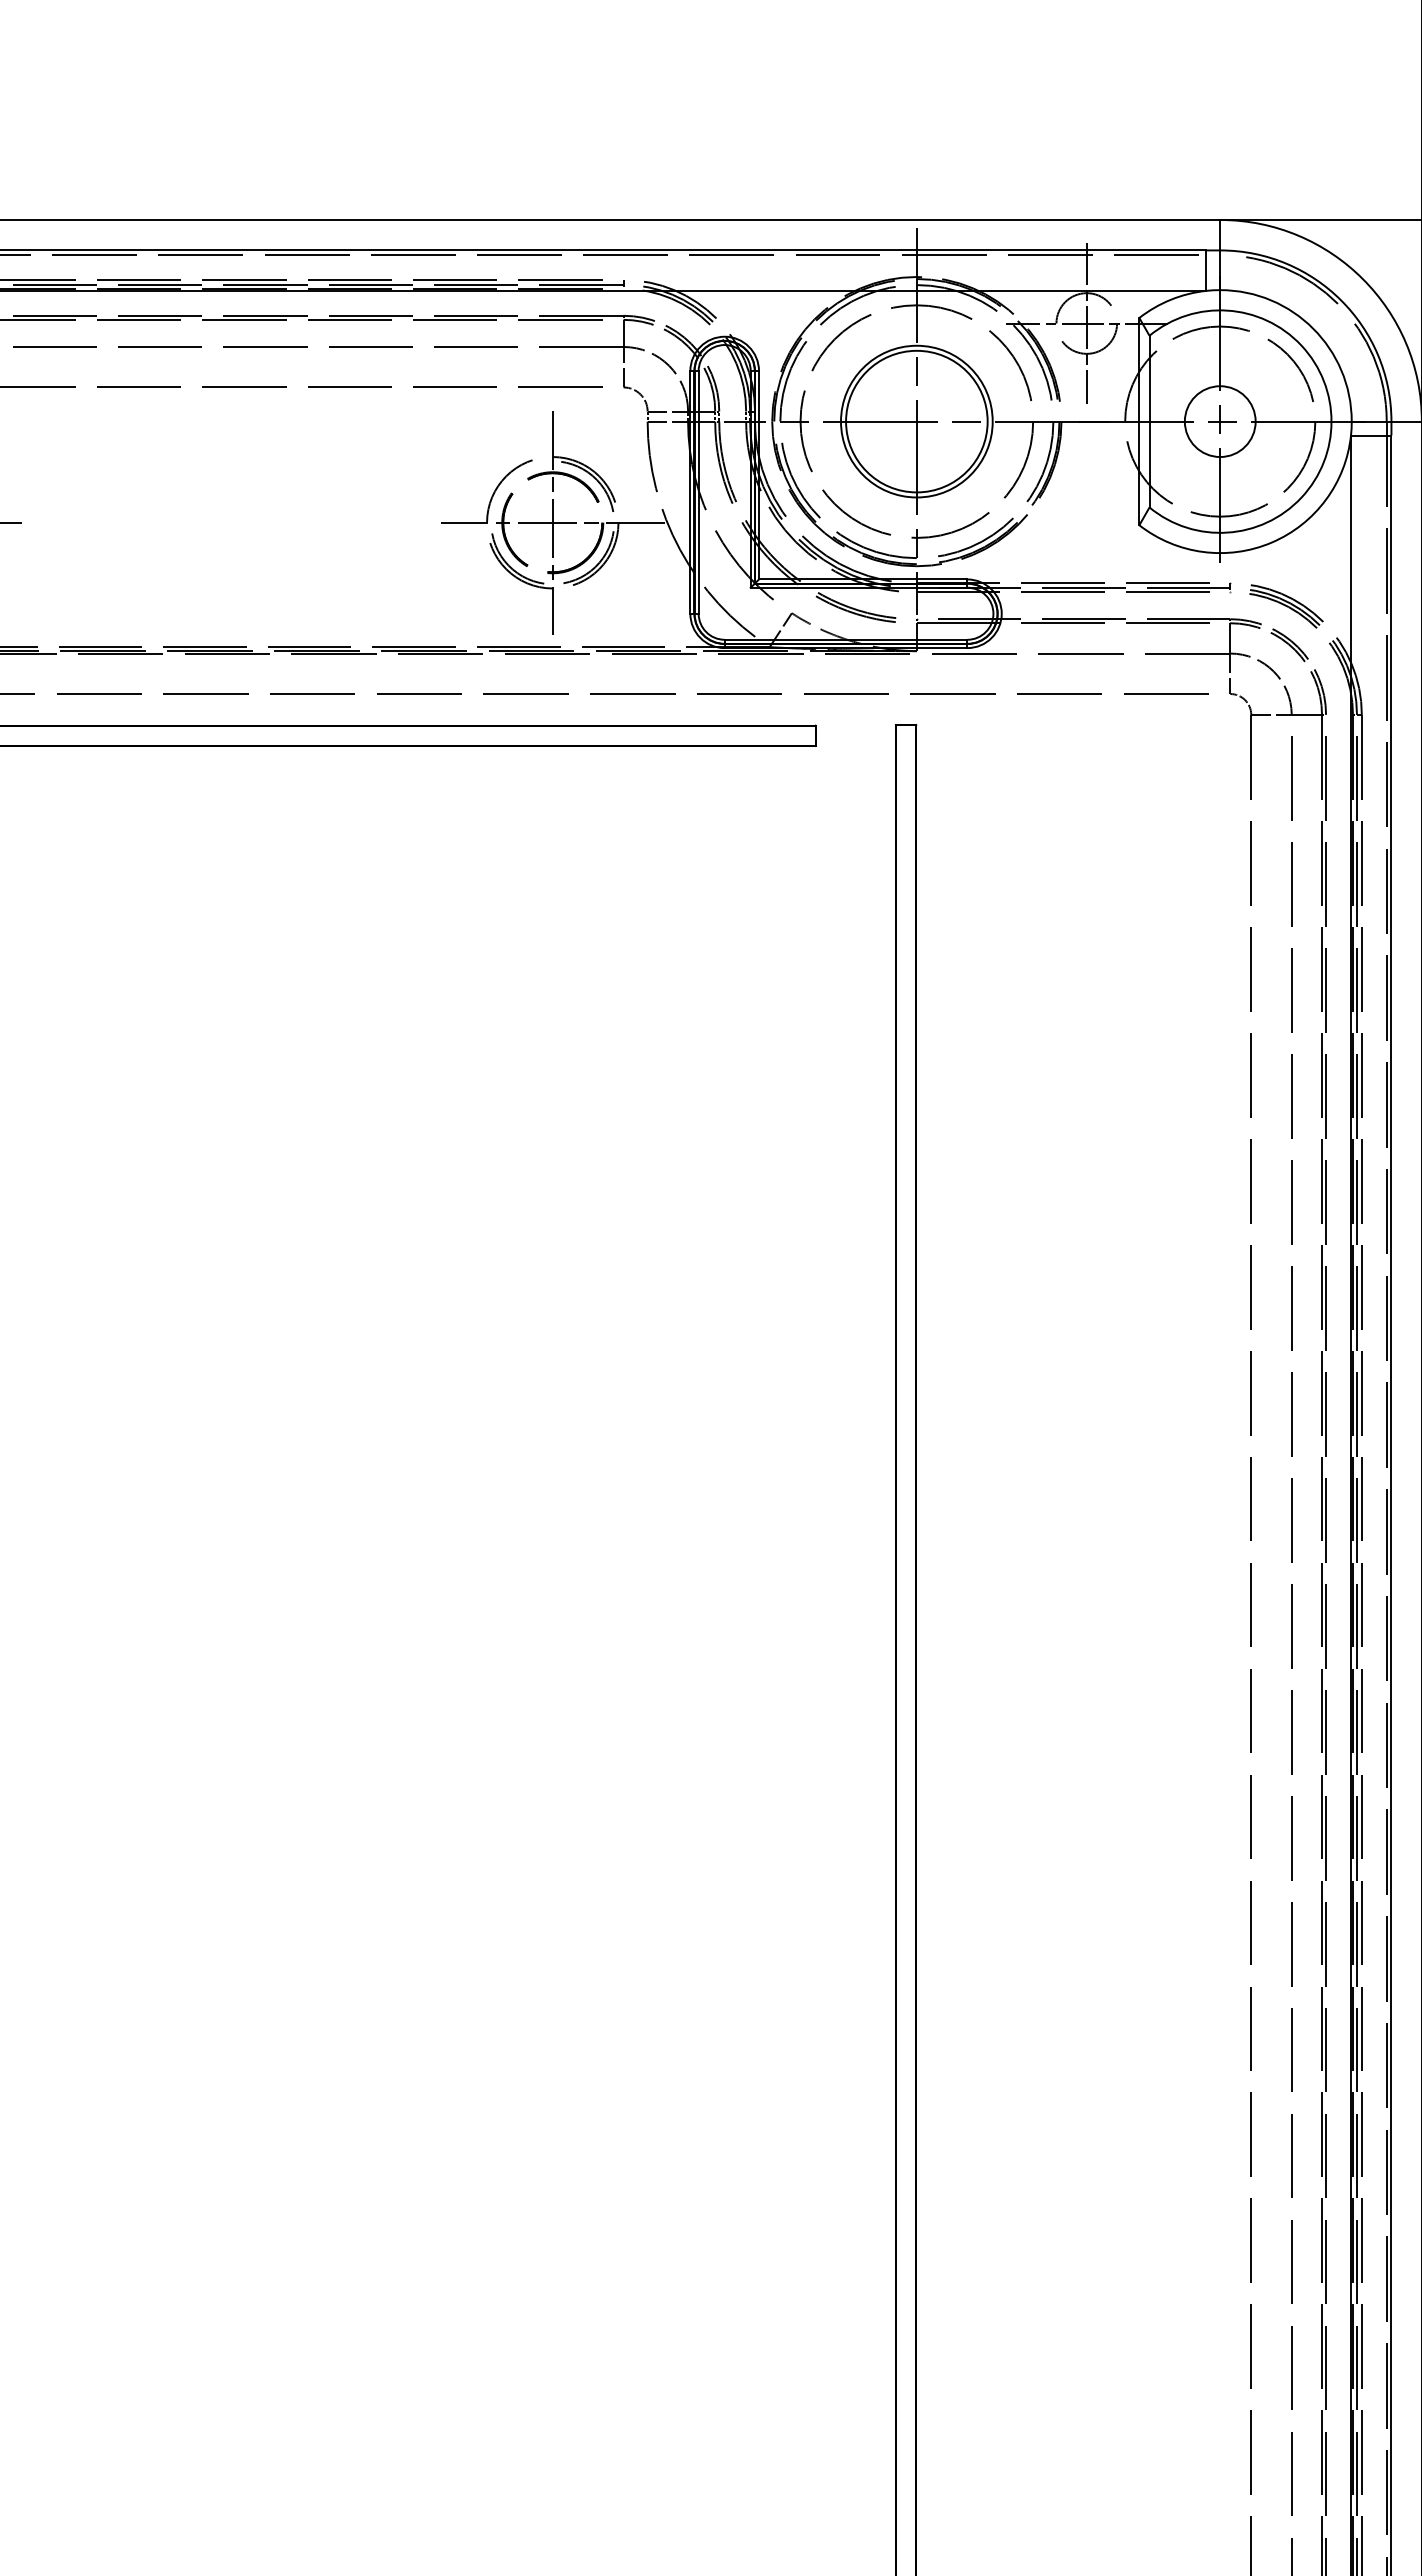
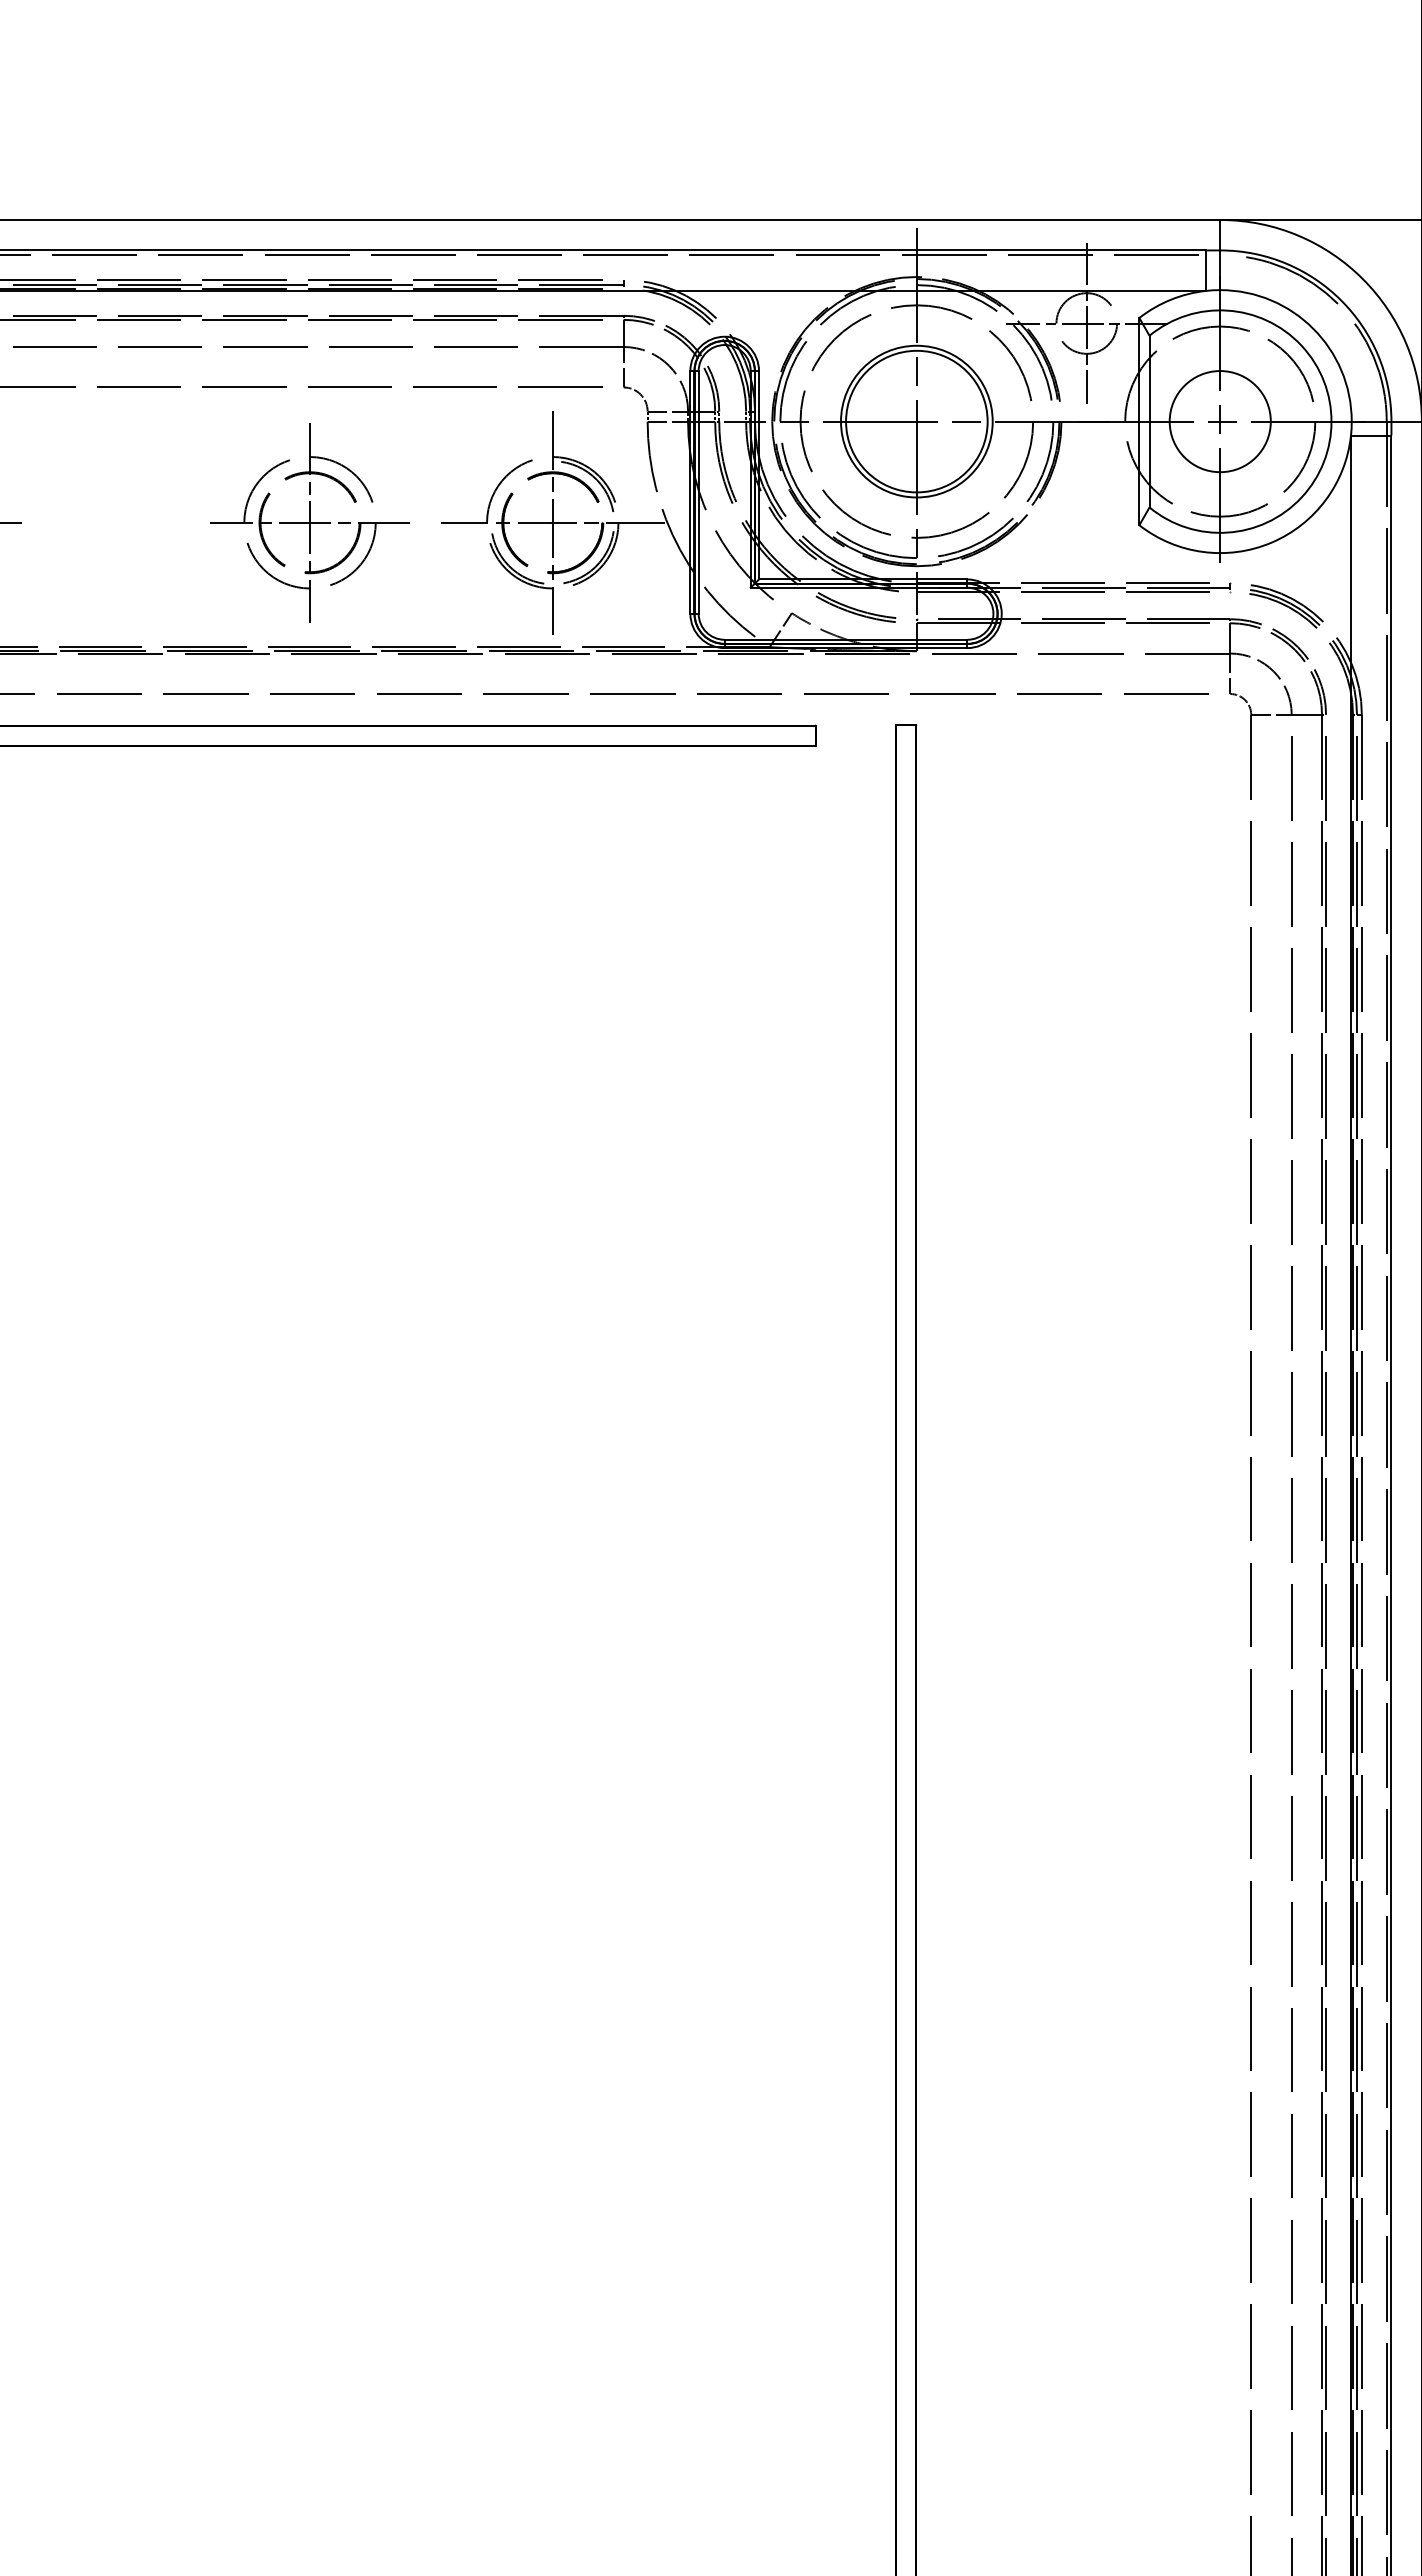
circle at (1219, 421) diameter: 71 px -> 101 px
part at (309, 522): none -> present
